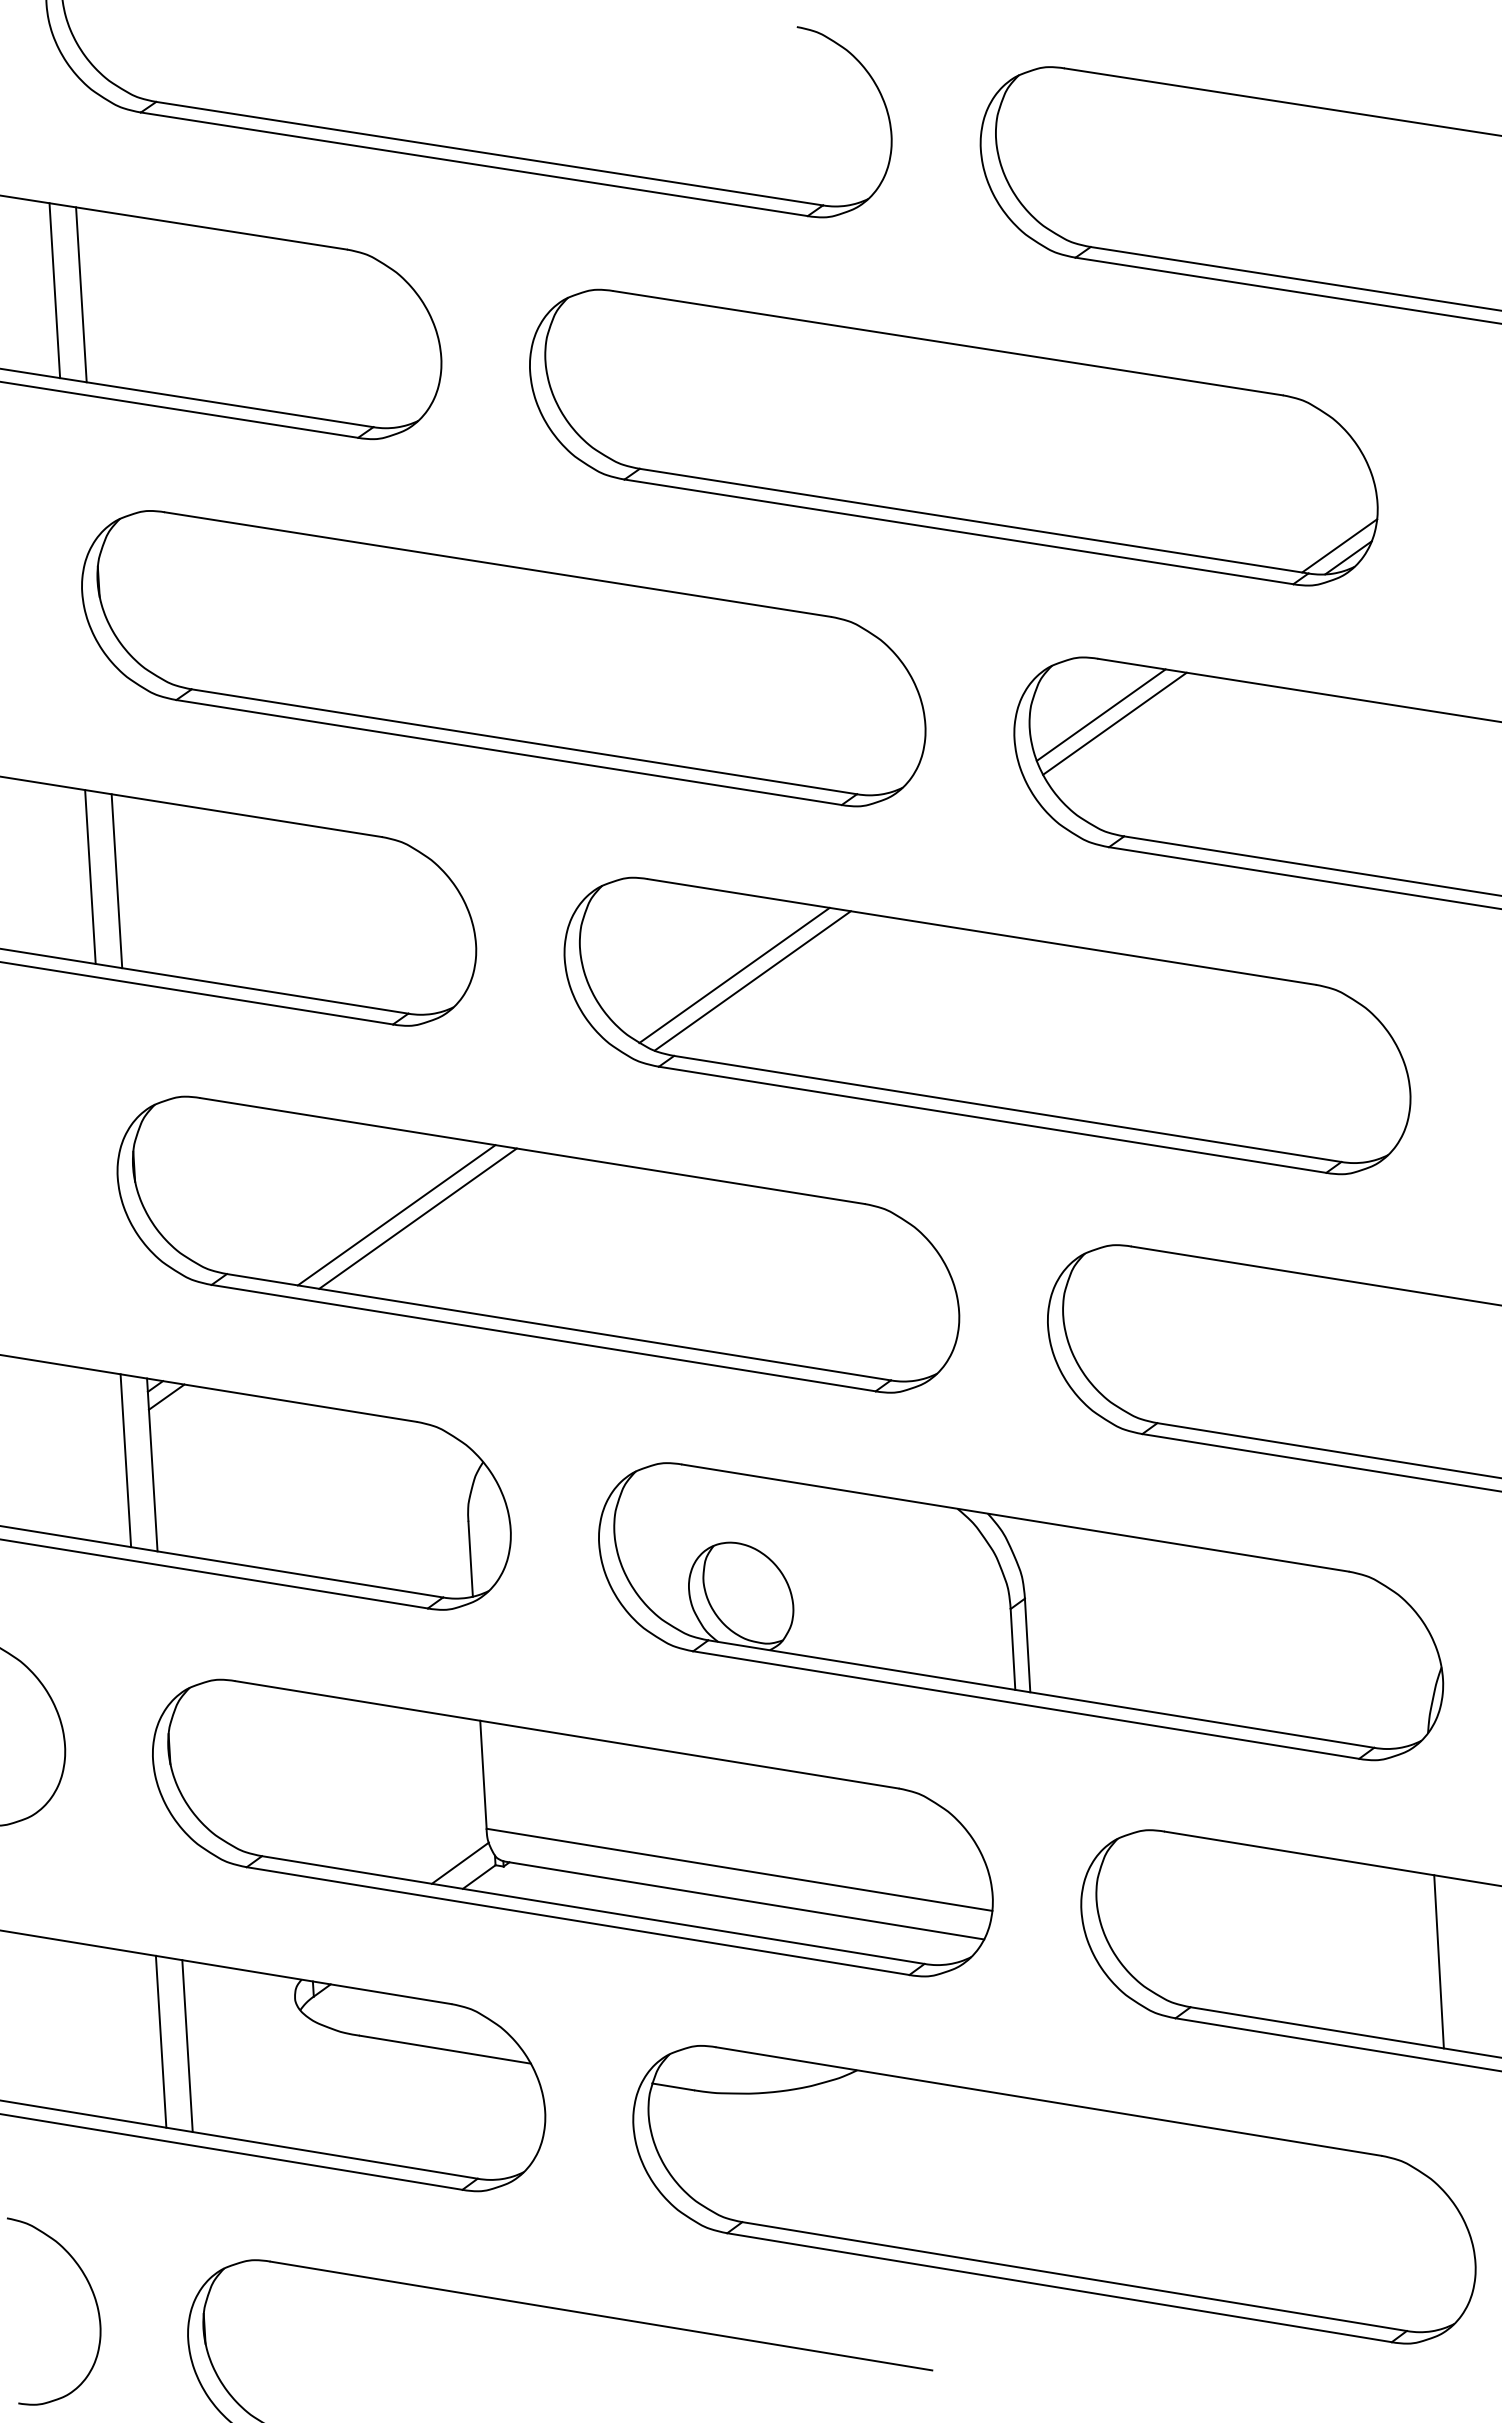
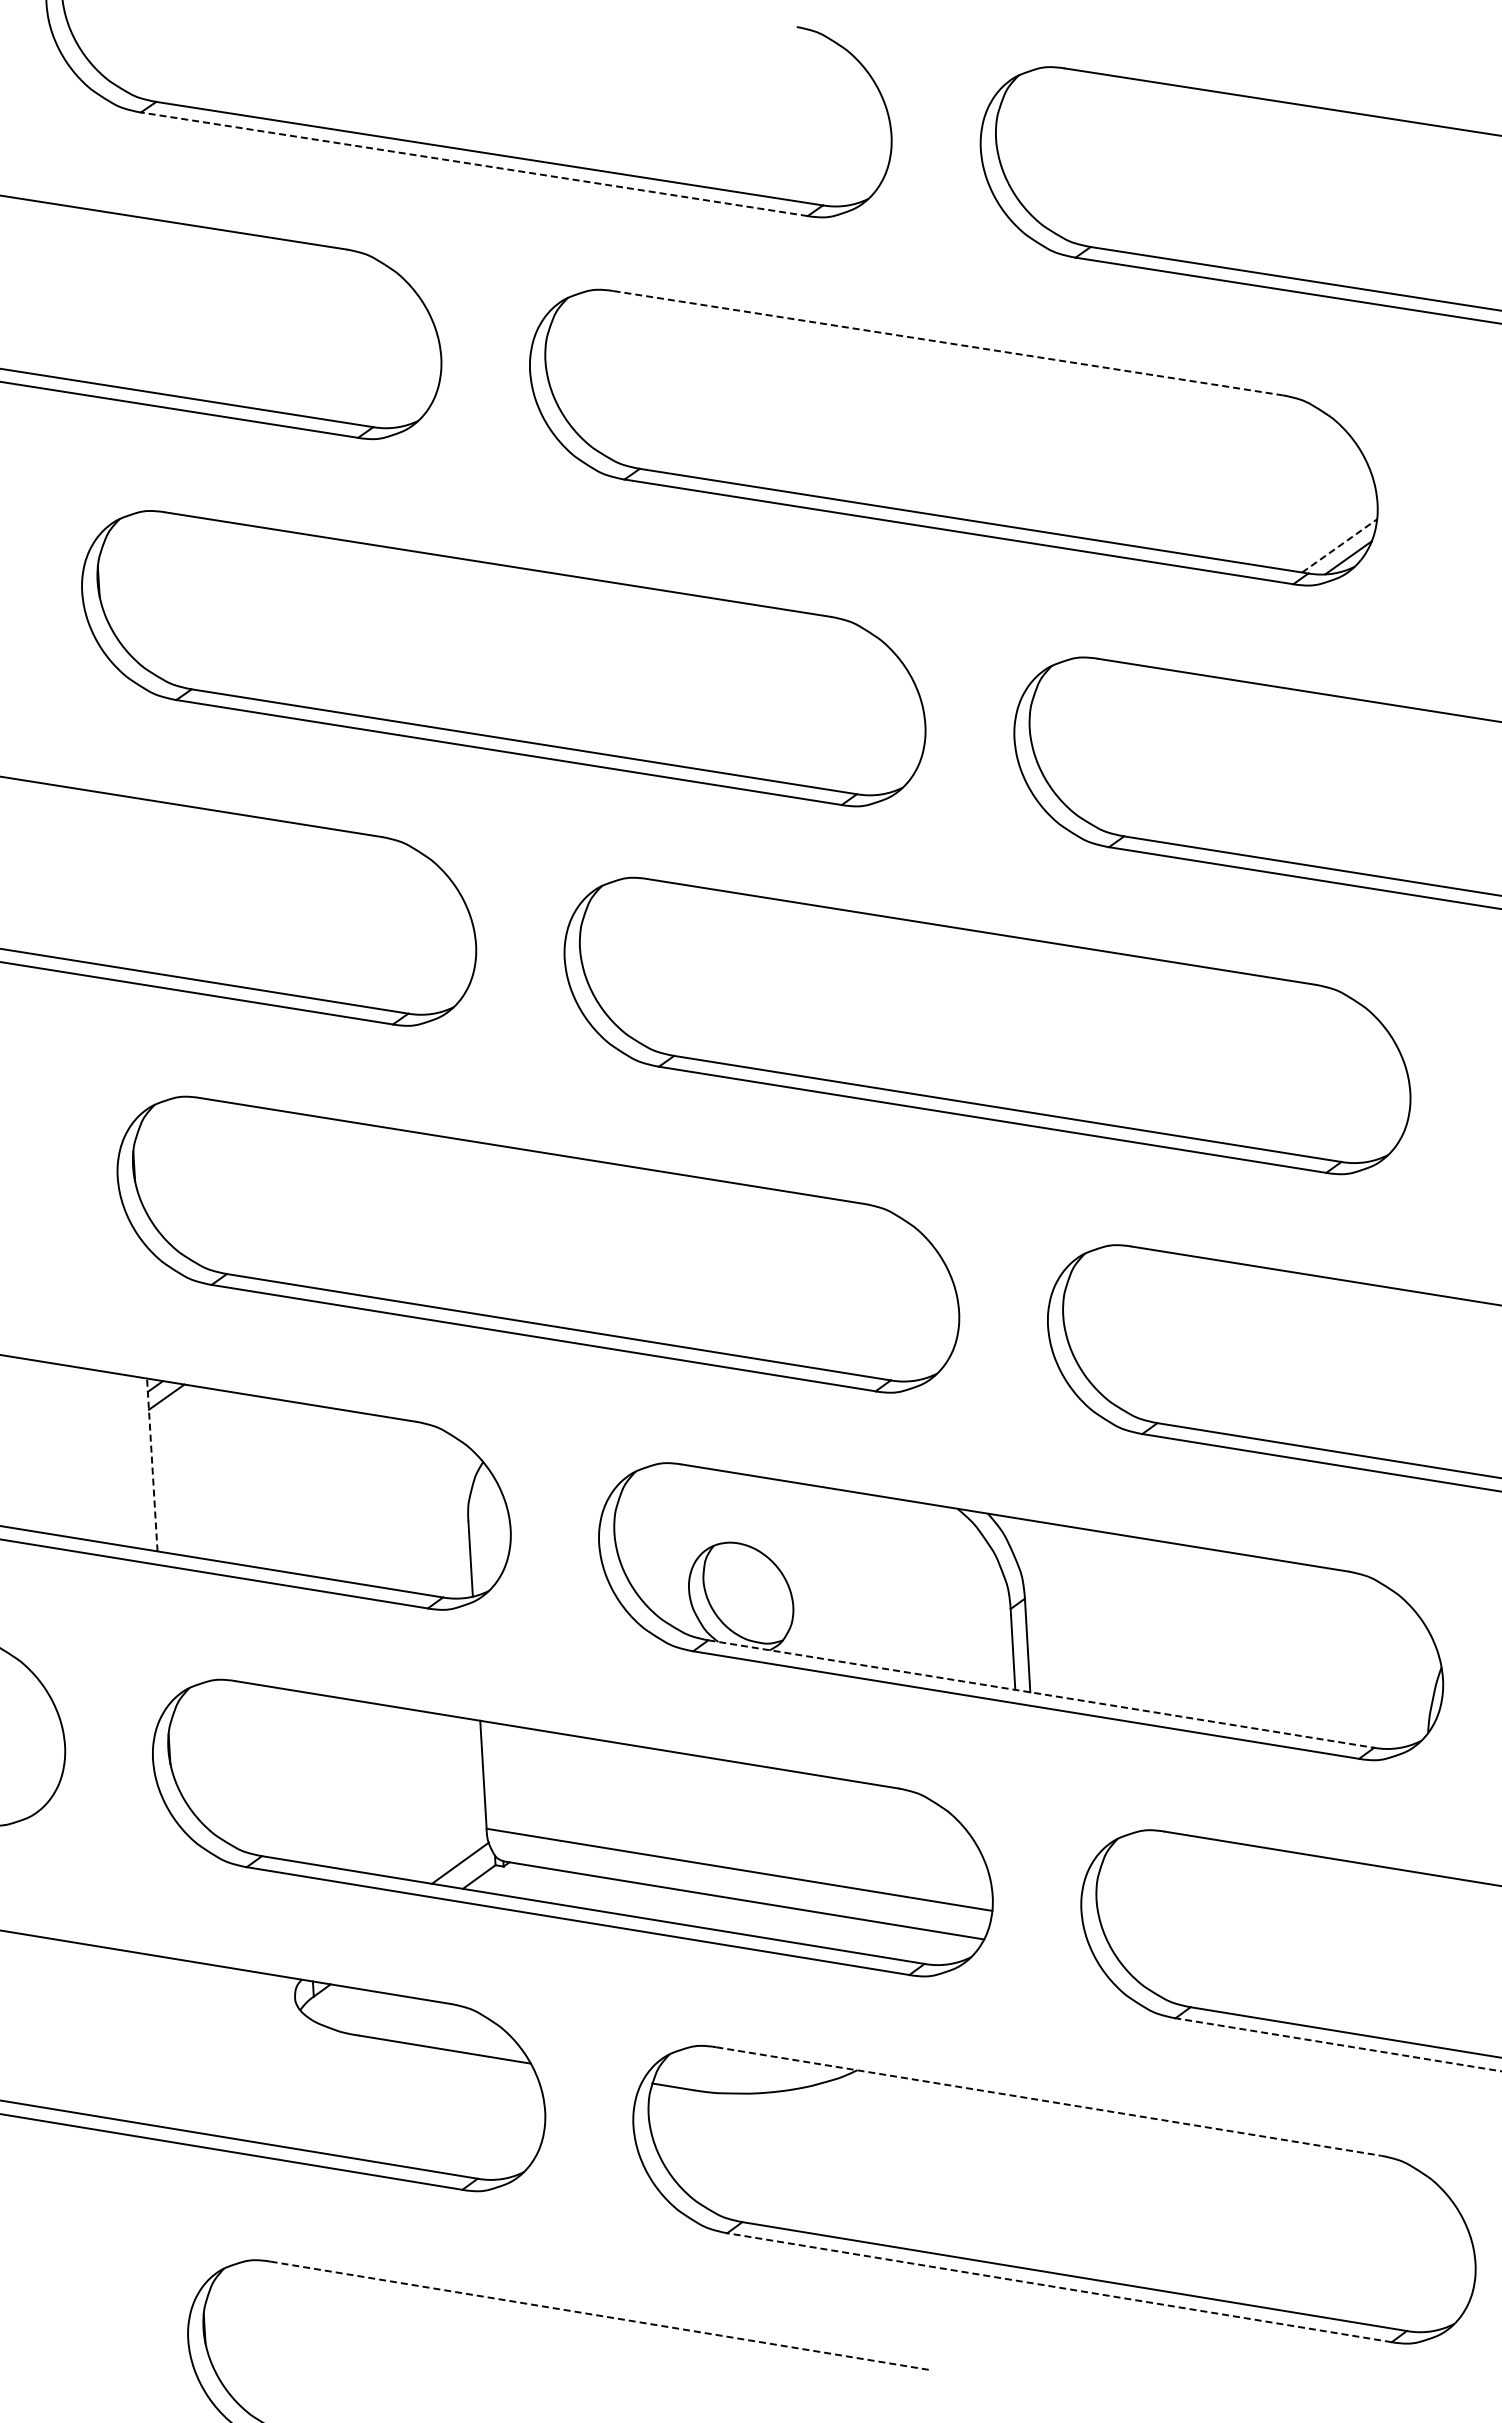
line at (473, 164): solid -> dashed
line at (54, 290): present -> none
line at (81, 294): present -> none
line at (948, 343): solid -> dashed
line at (1339, 545): solid -> dashed
line at (1100, 714): present -> none
line at (1114, 723): present -> none
line at (90, 876): present -> none
line at (116, 881): present -> none
line at (734, 975): present -> none
line at (752, 980): present -> none
line at (396, 1215): present -> none
line at (417, 1218): present -> none
line at (125, 1460): present -> none
line at (152, 1464): solid -> dashed
line at (1041, 1694): solid -> dashed
line at (1438, 1961): present -> none
line at (160, 2041): present -> none
line at (1338, 2044): solid -> dashed
line at (187, 2046): present -> none
line at (1048, 2101): solid -> dashed
line at (1059, 2287): solid -> dashed
curve at (93, 2297): present -> none
line at (601, 2316): solid -> dashed
